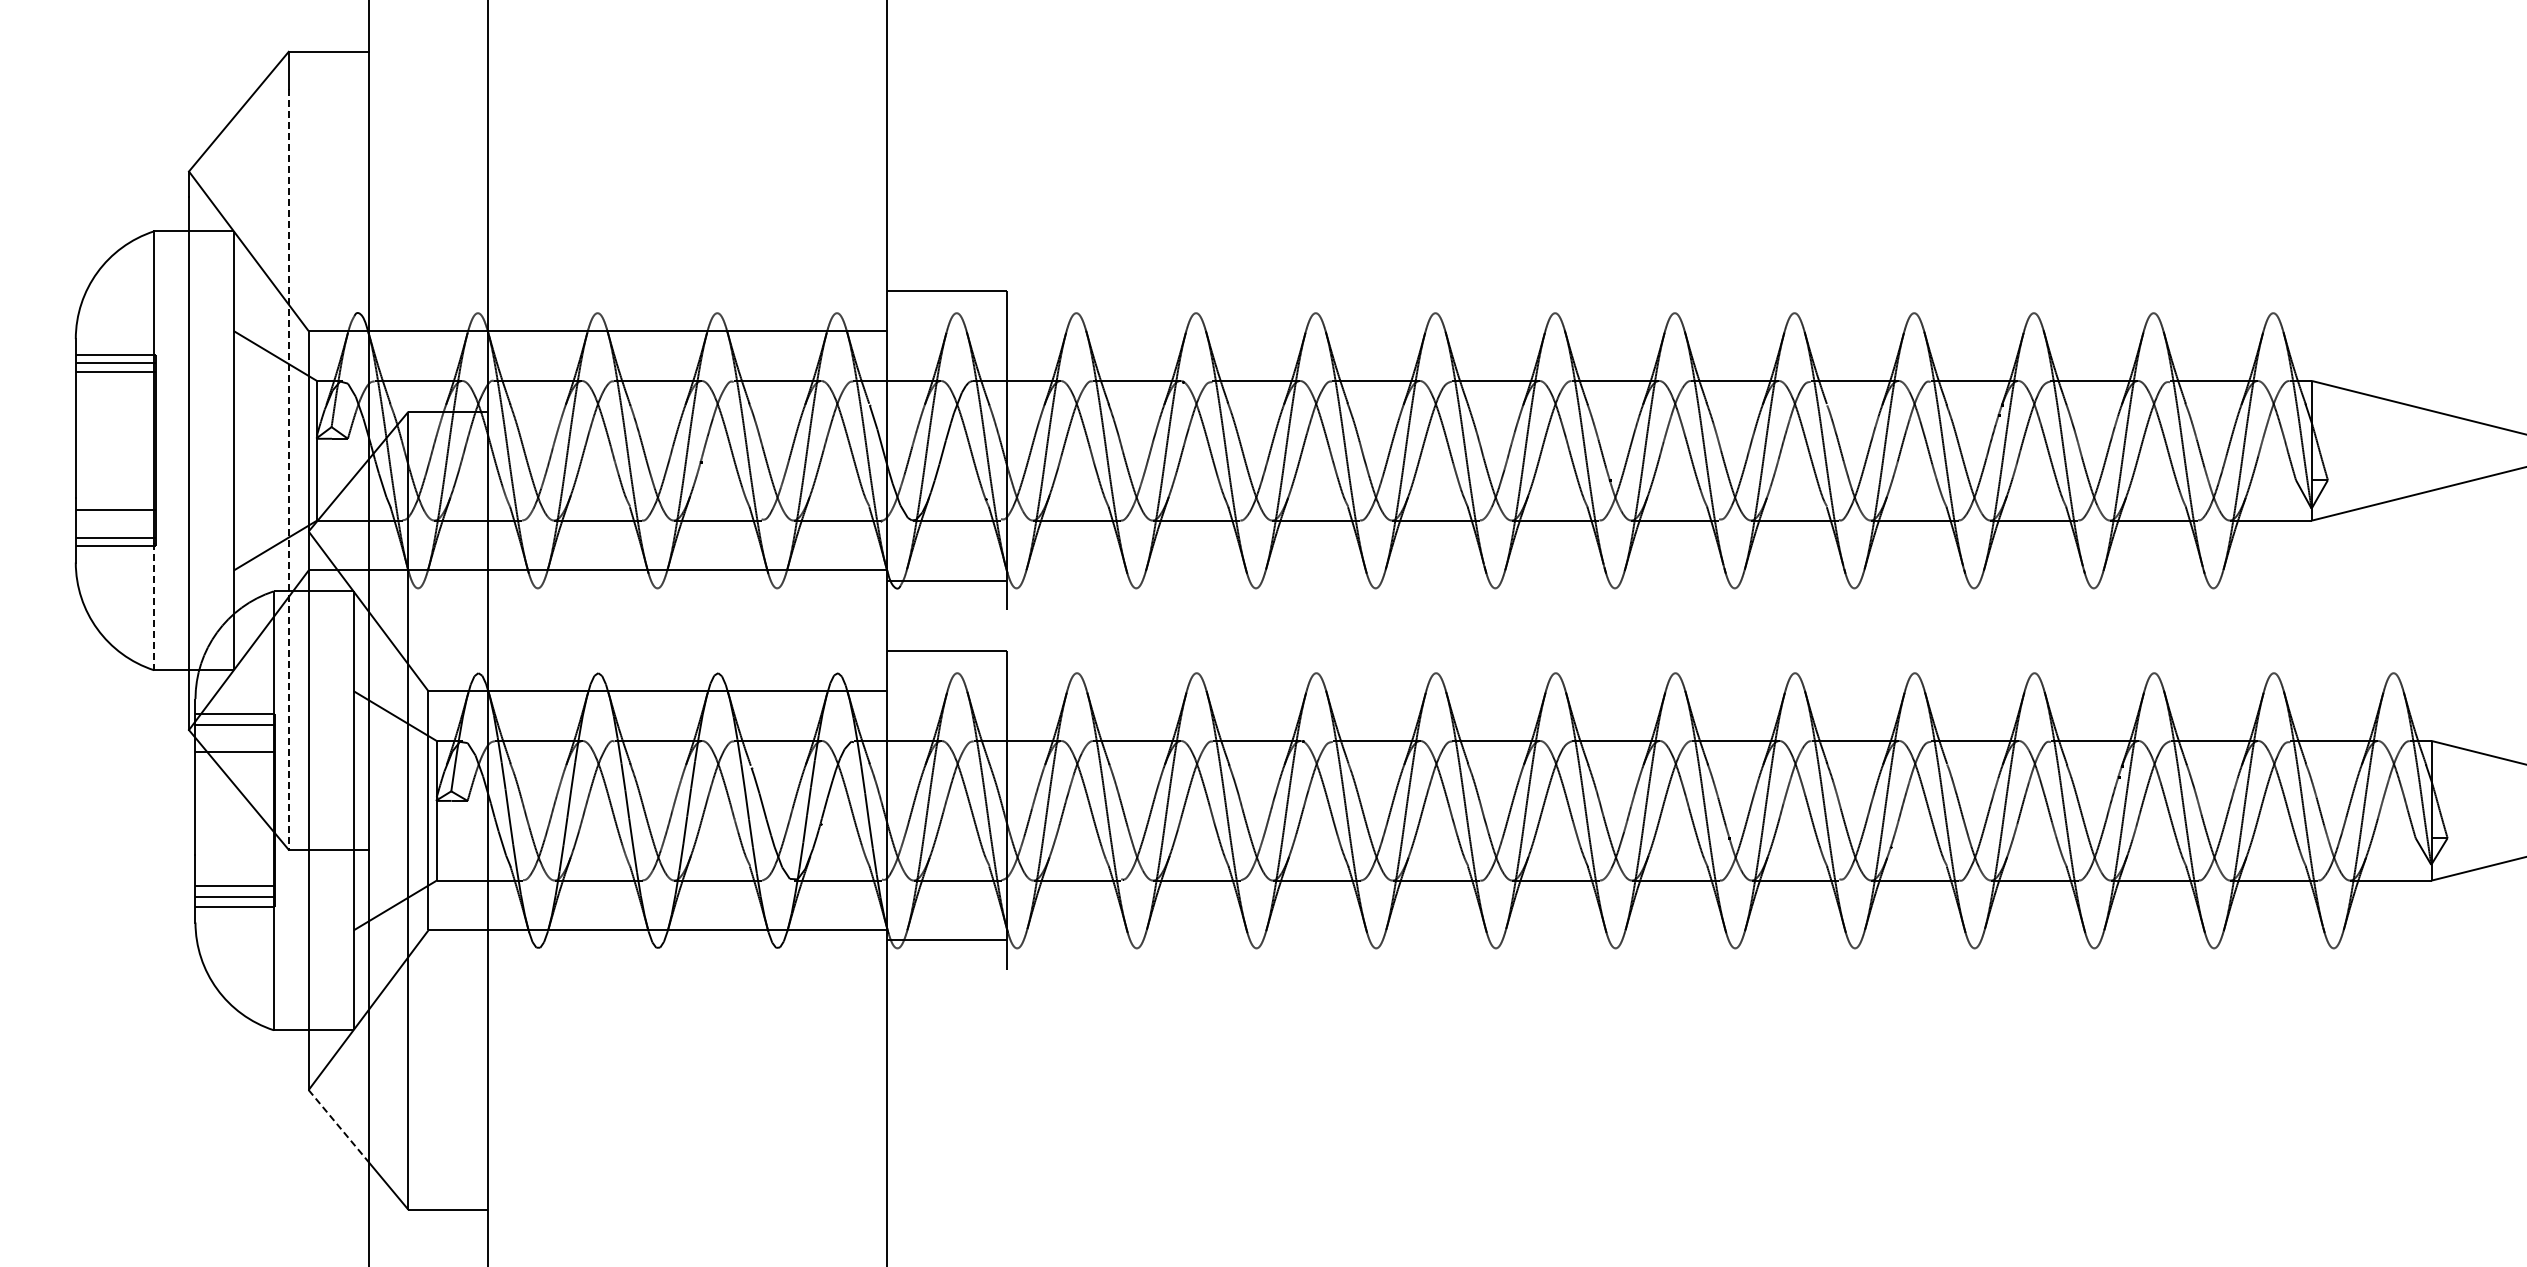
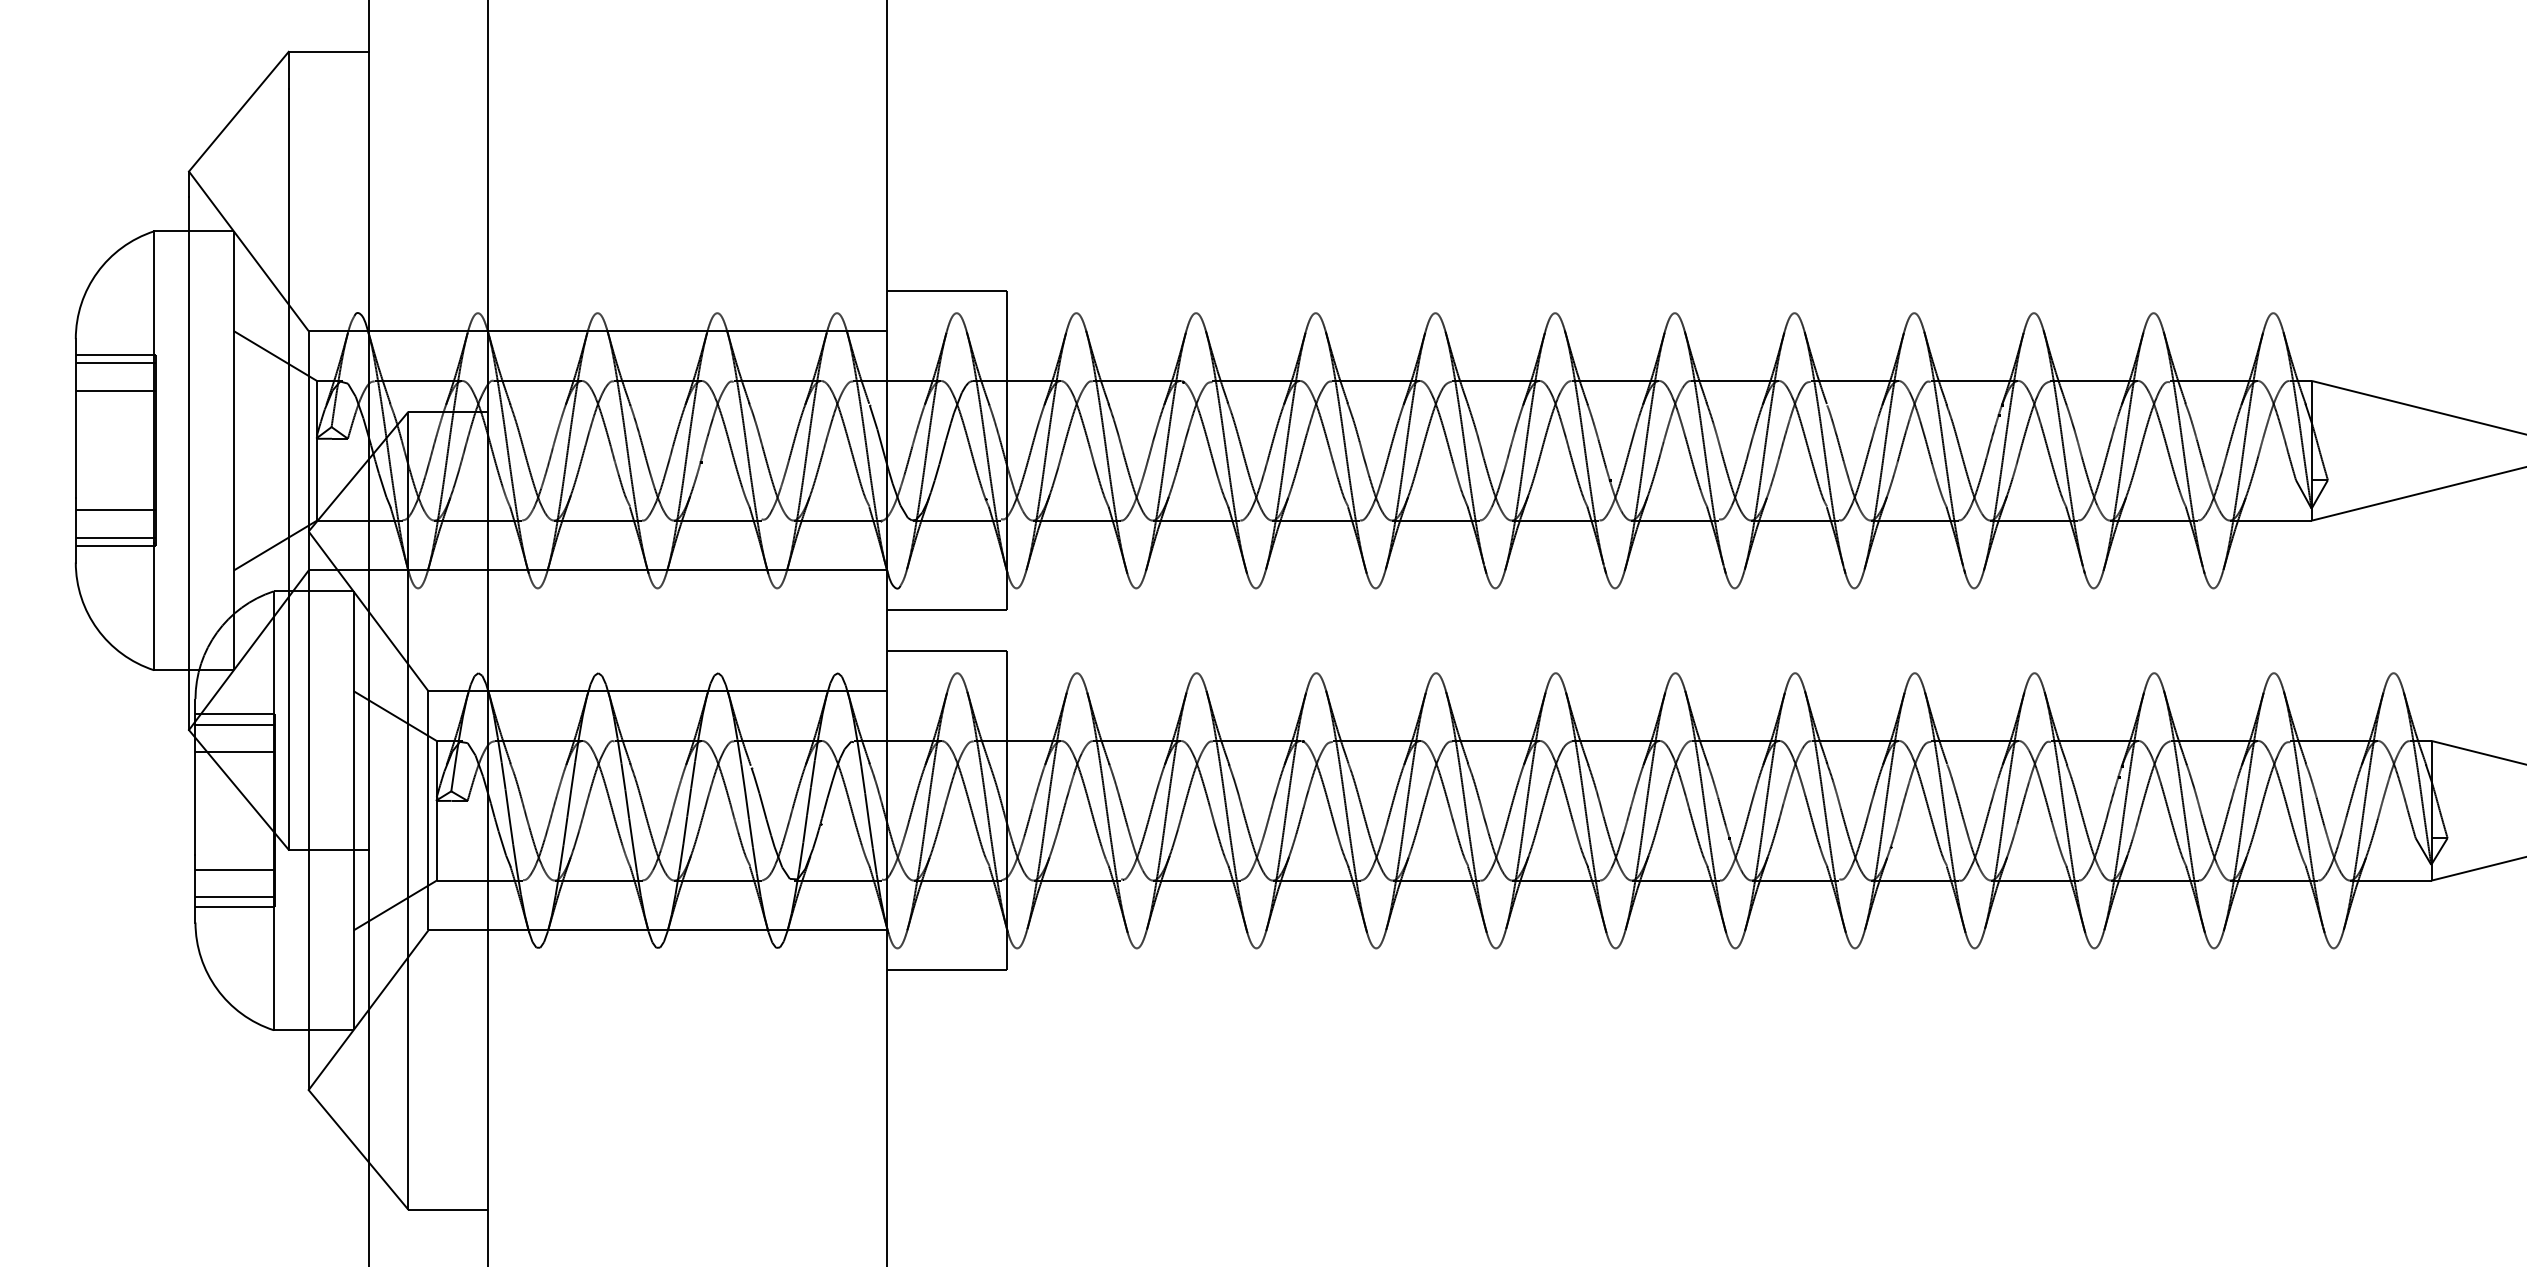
line at (115, 372) position: (115, 372) -> (115, 391)
line at (288, 469): dashed -> solid
line at (946, 581) position: (946, 581) -> (946, 610)
line at (154, 606): dashed -> solid
line at (235, 886) position: (235, 886) -> (235, 870)
line at (946, 940) position: (946, 940) -> (946, 970)
line at (338, 1125): dashed -> solid
